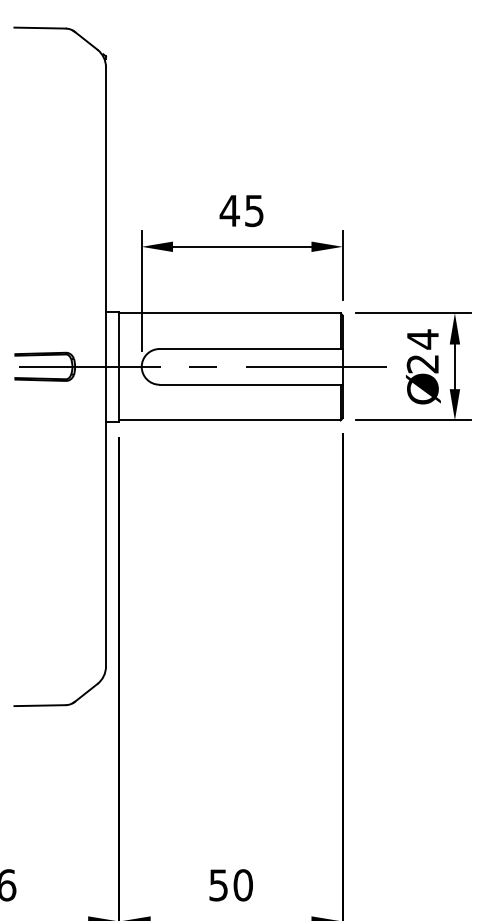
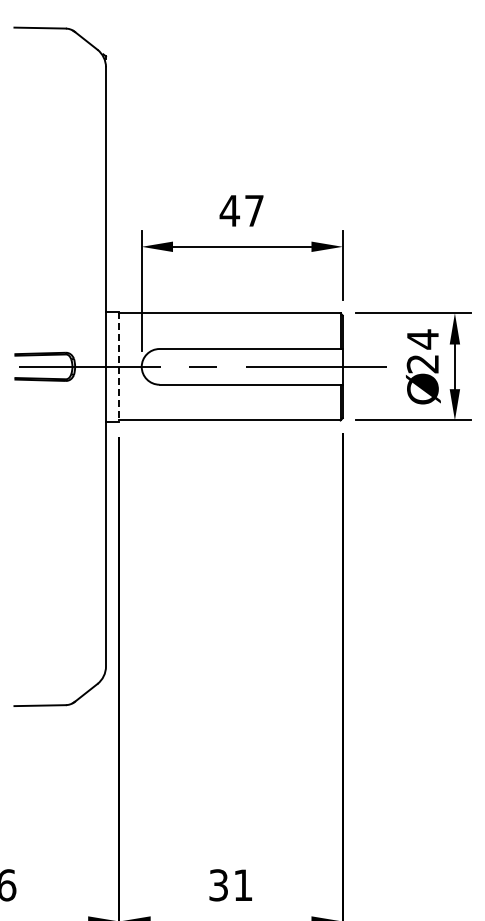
text at (254, 211): 45 -> 47
line at (119, 367): solid -> dashed
text at (231, 885): 50 -> 31
